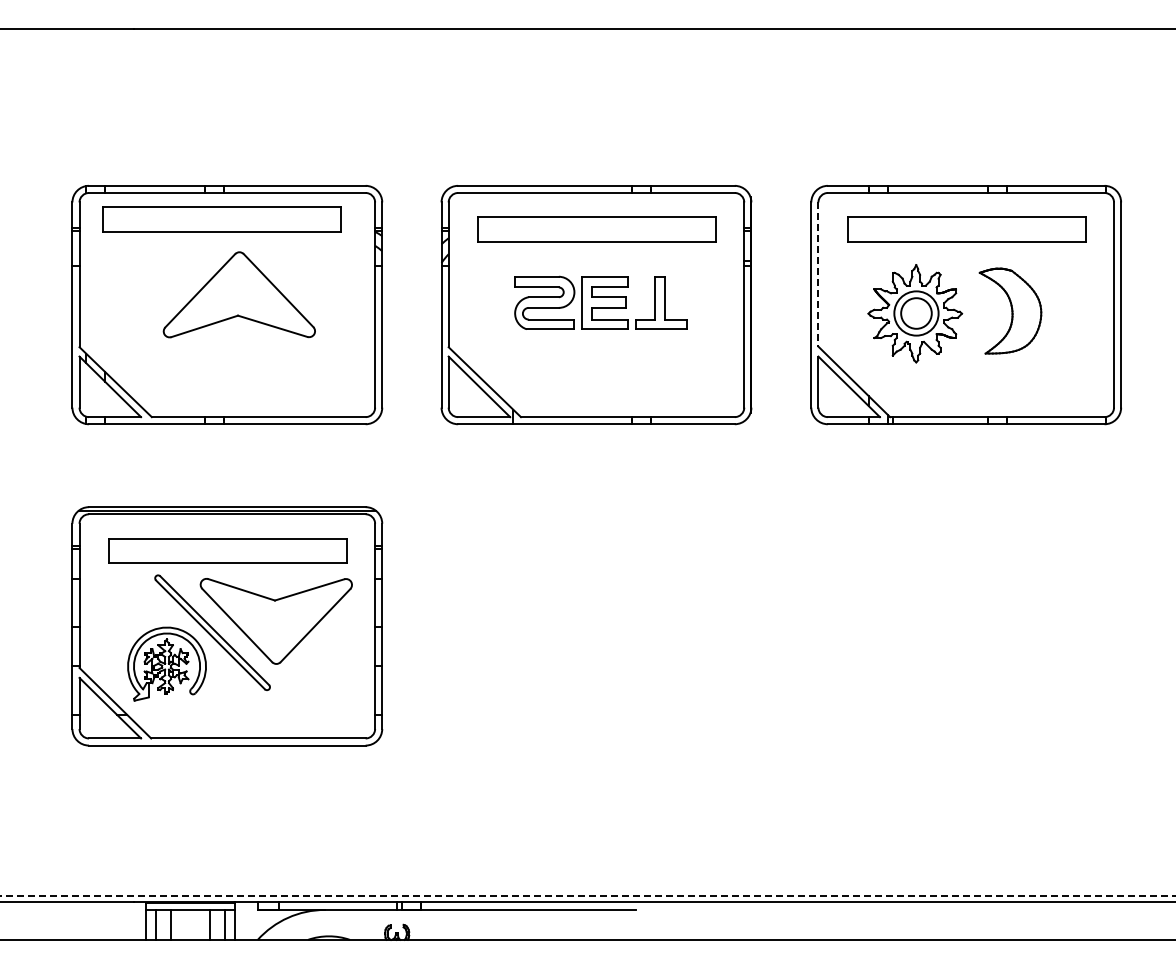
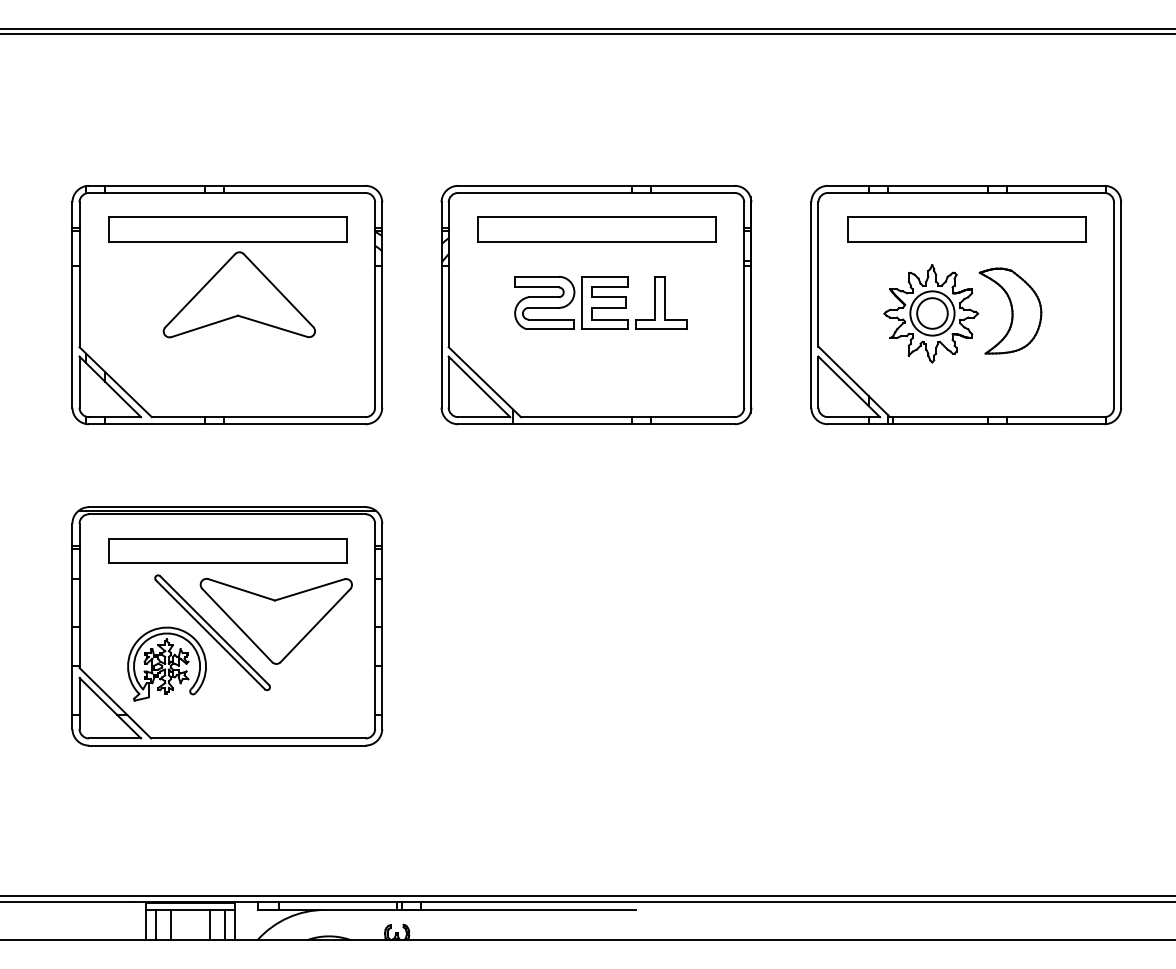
line at (587, 34): none -> present
part at (221, 219) position: (221, 219) -> (227, 229)
line at (818, 275): dashed -> solid
part at (915, 313) position: (915, 313) -> (931, 313)
line at (587, 896): dashed -> solid
